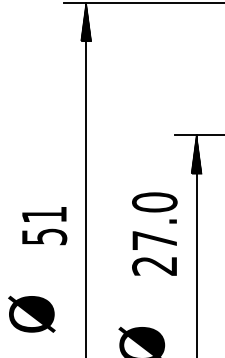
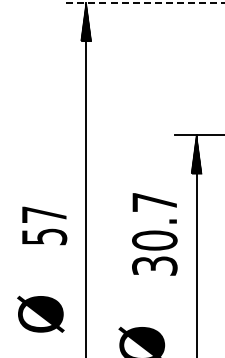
line at (143, 2): solid -> dashed
text at (44, 214): 51 -> 57
text at (154, 233): 27.0 -> 30.7
text at (31, 313) position: (31, 313) -> (40, 313)
